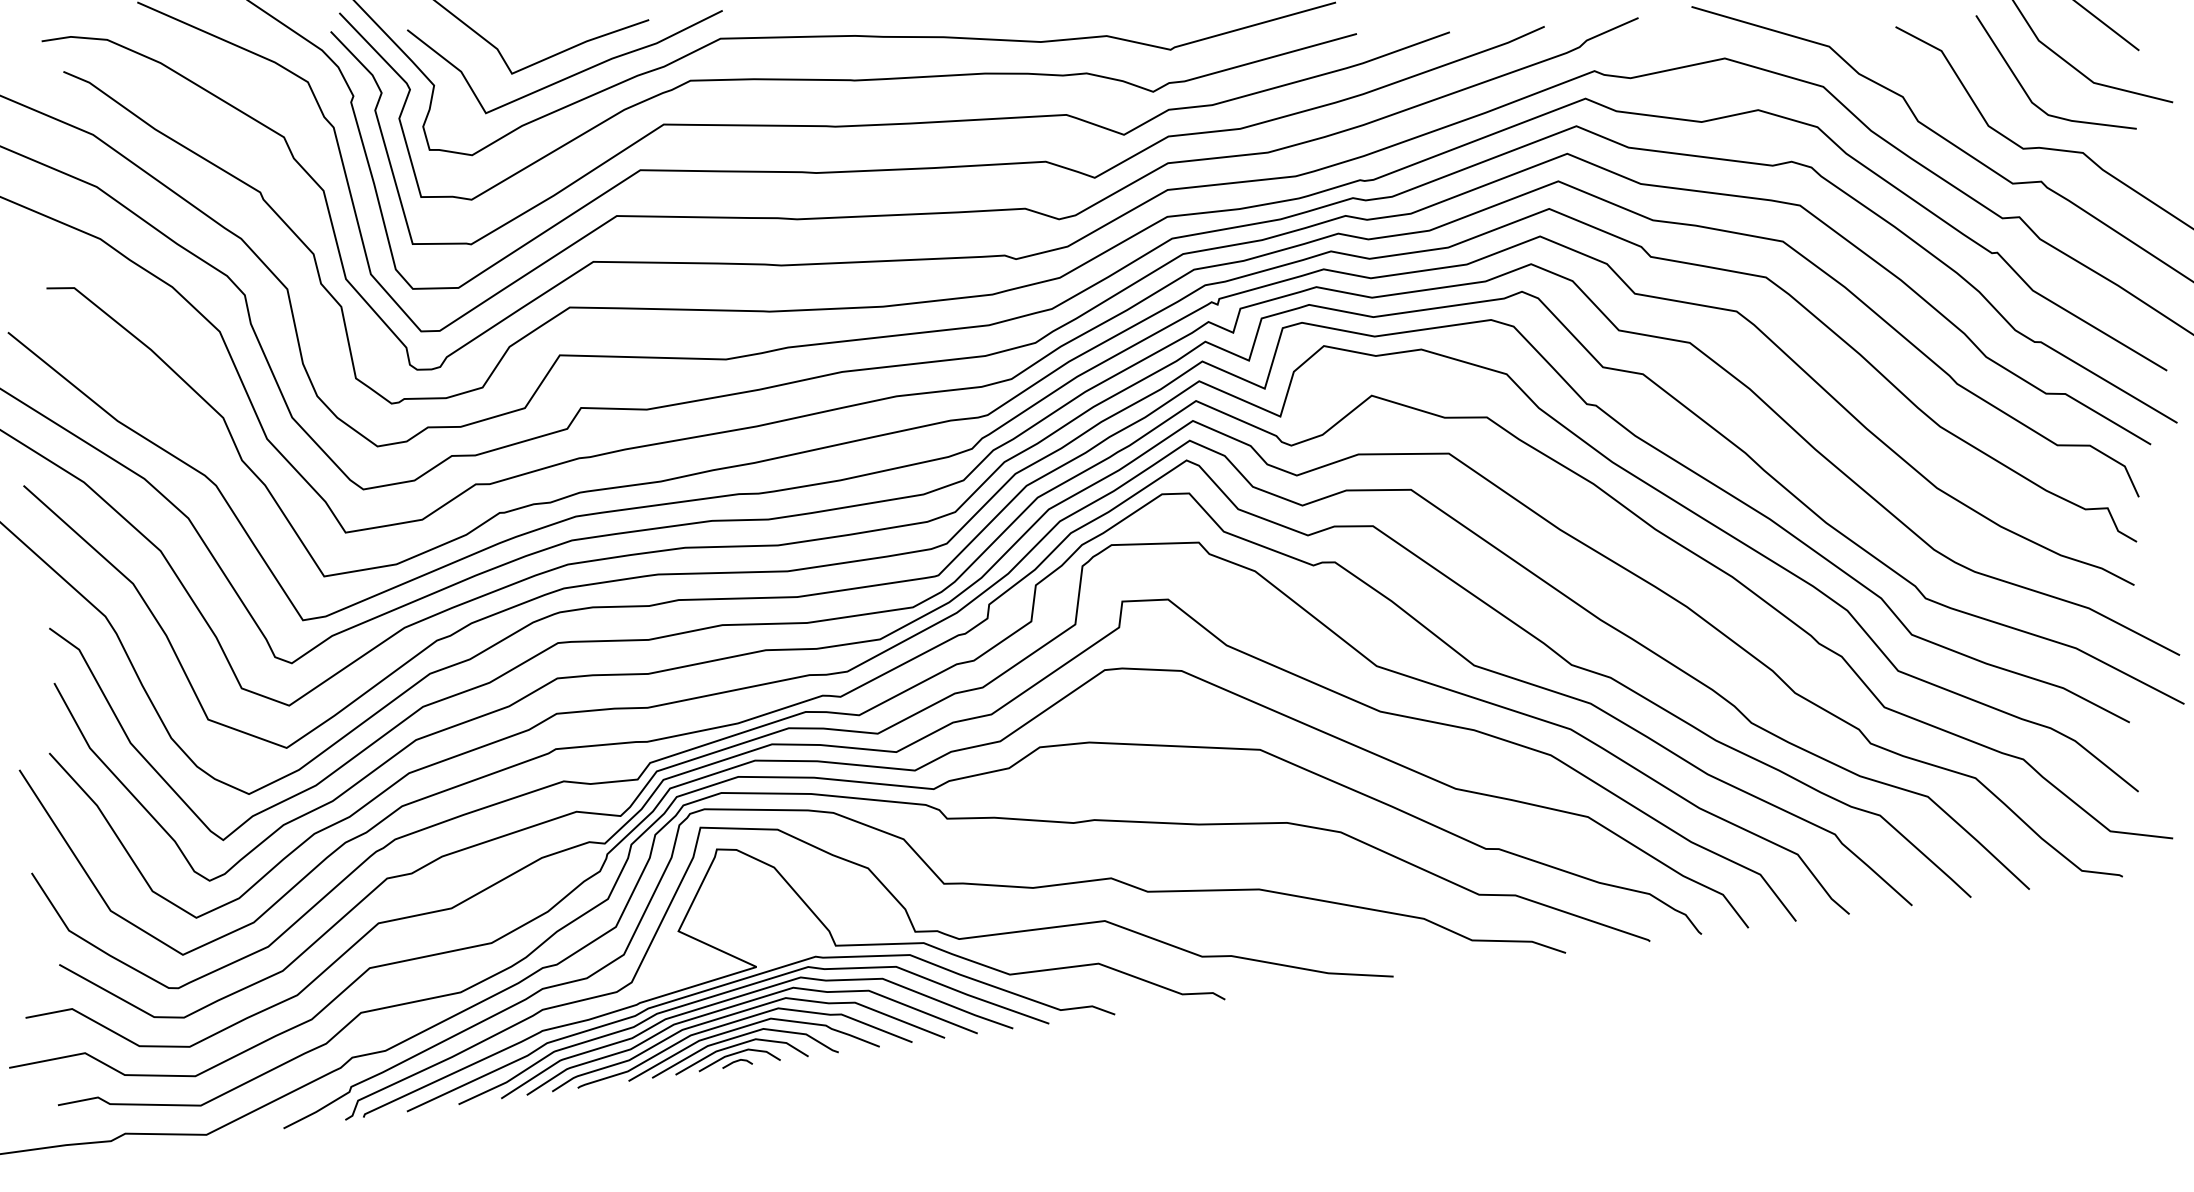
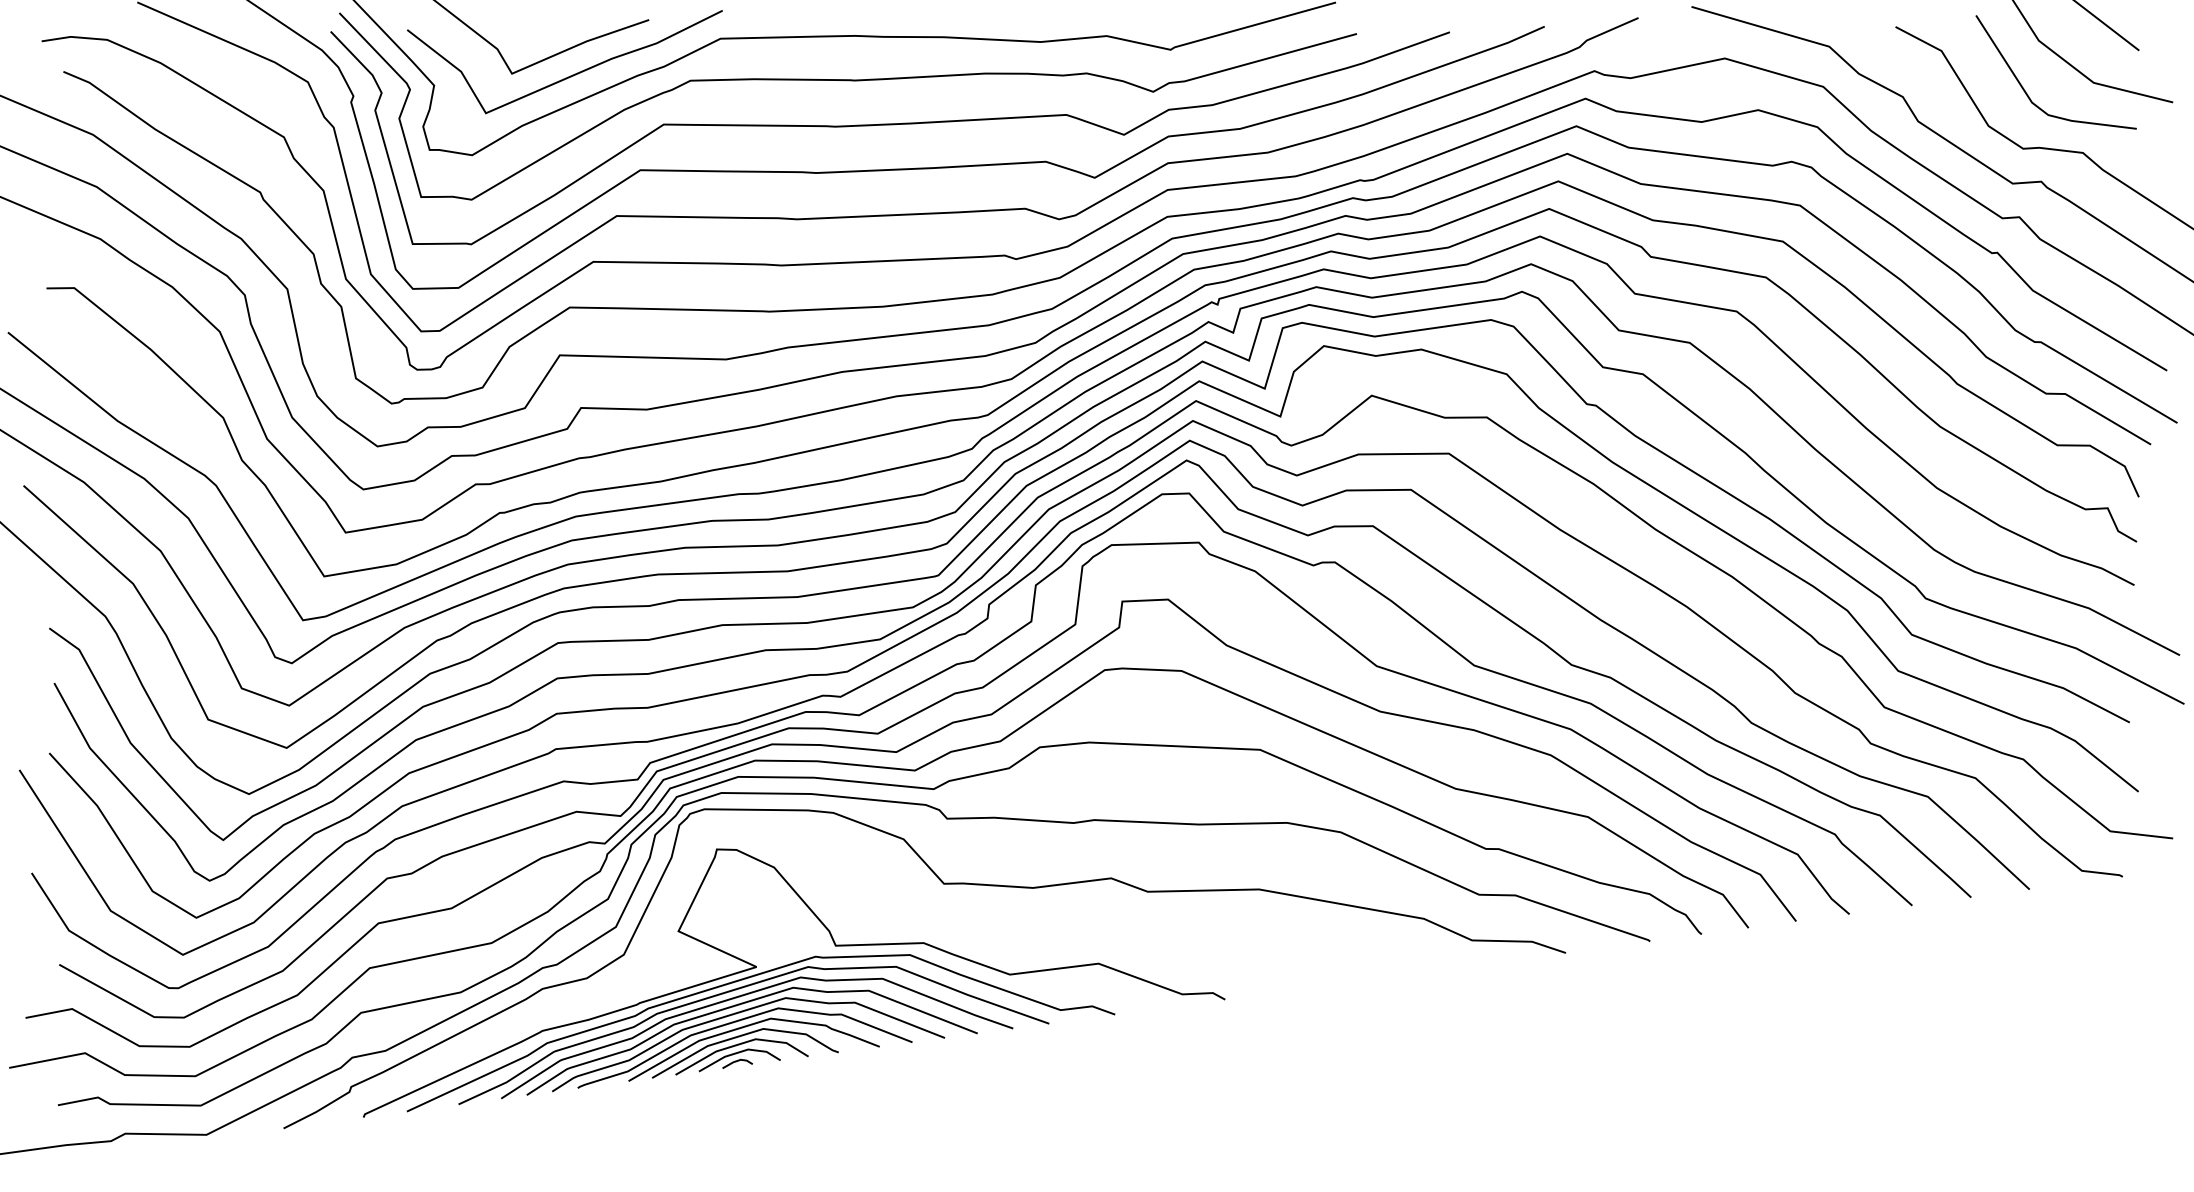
curve at (914, 932): present -> none
